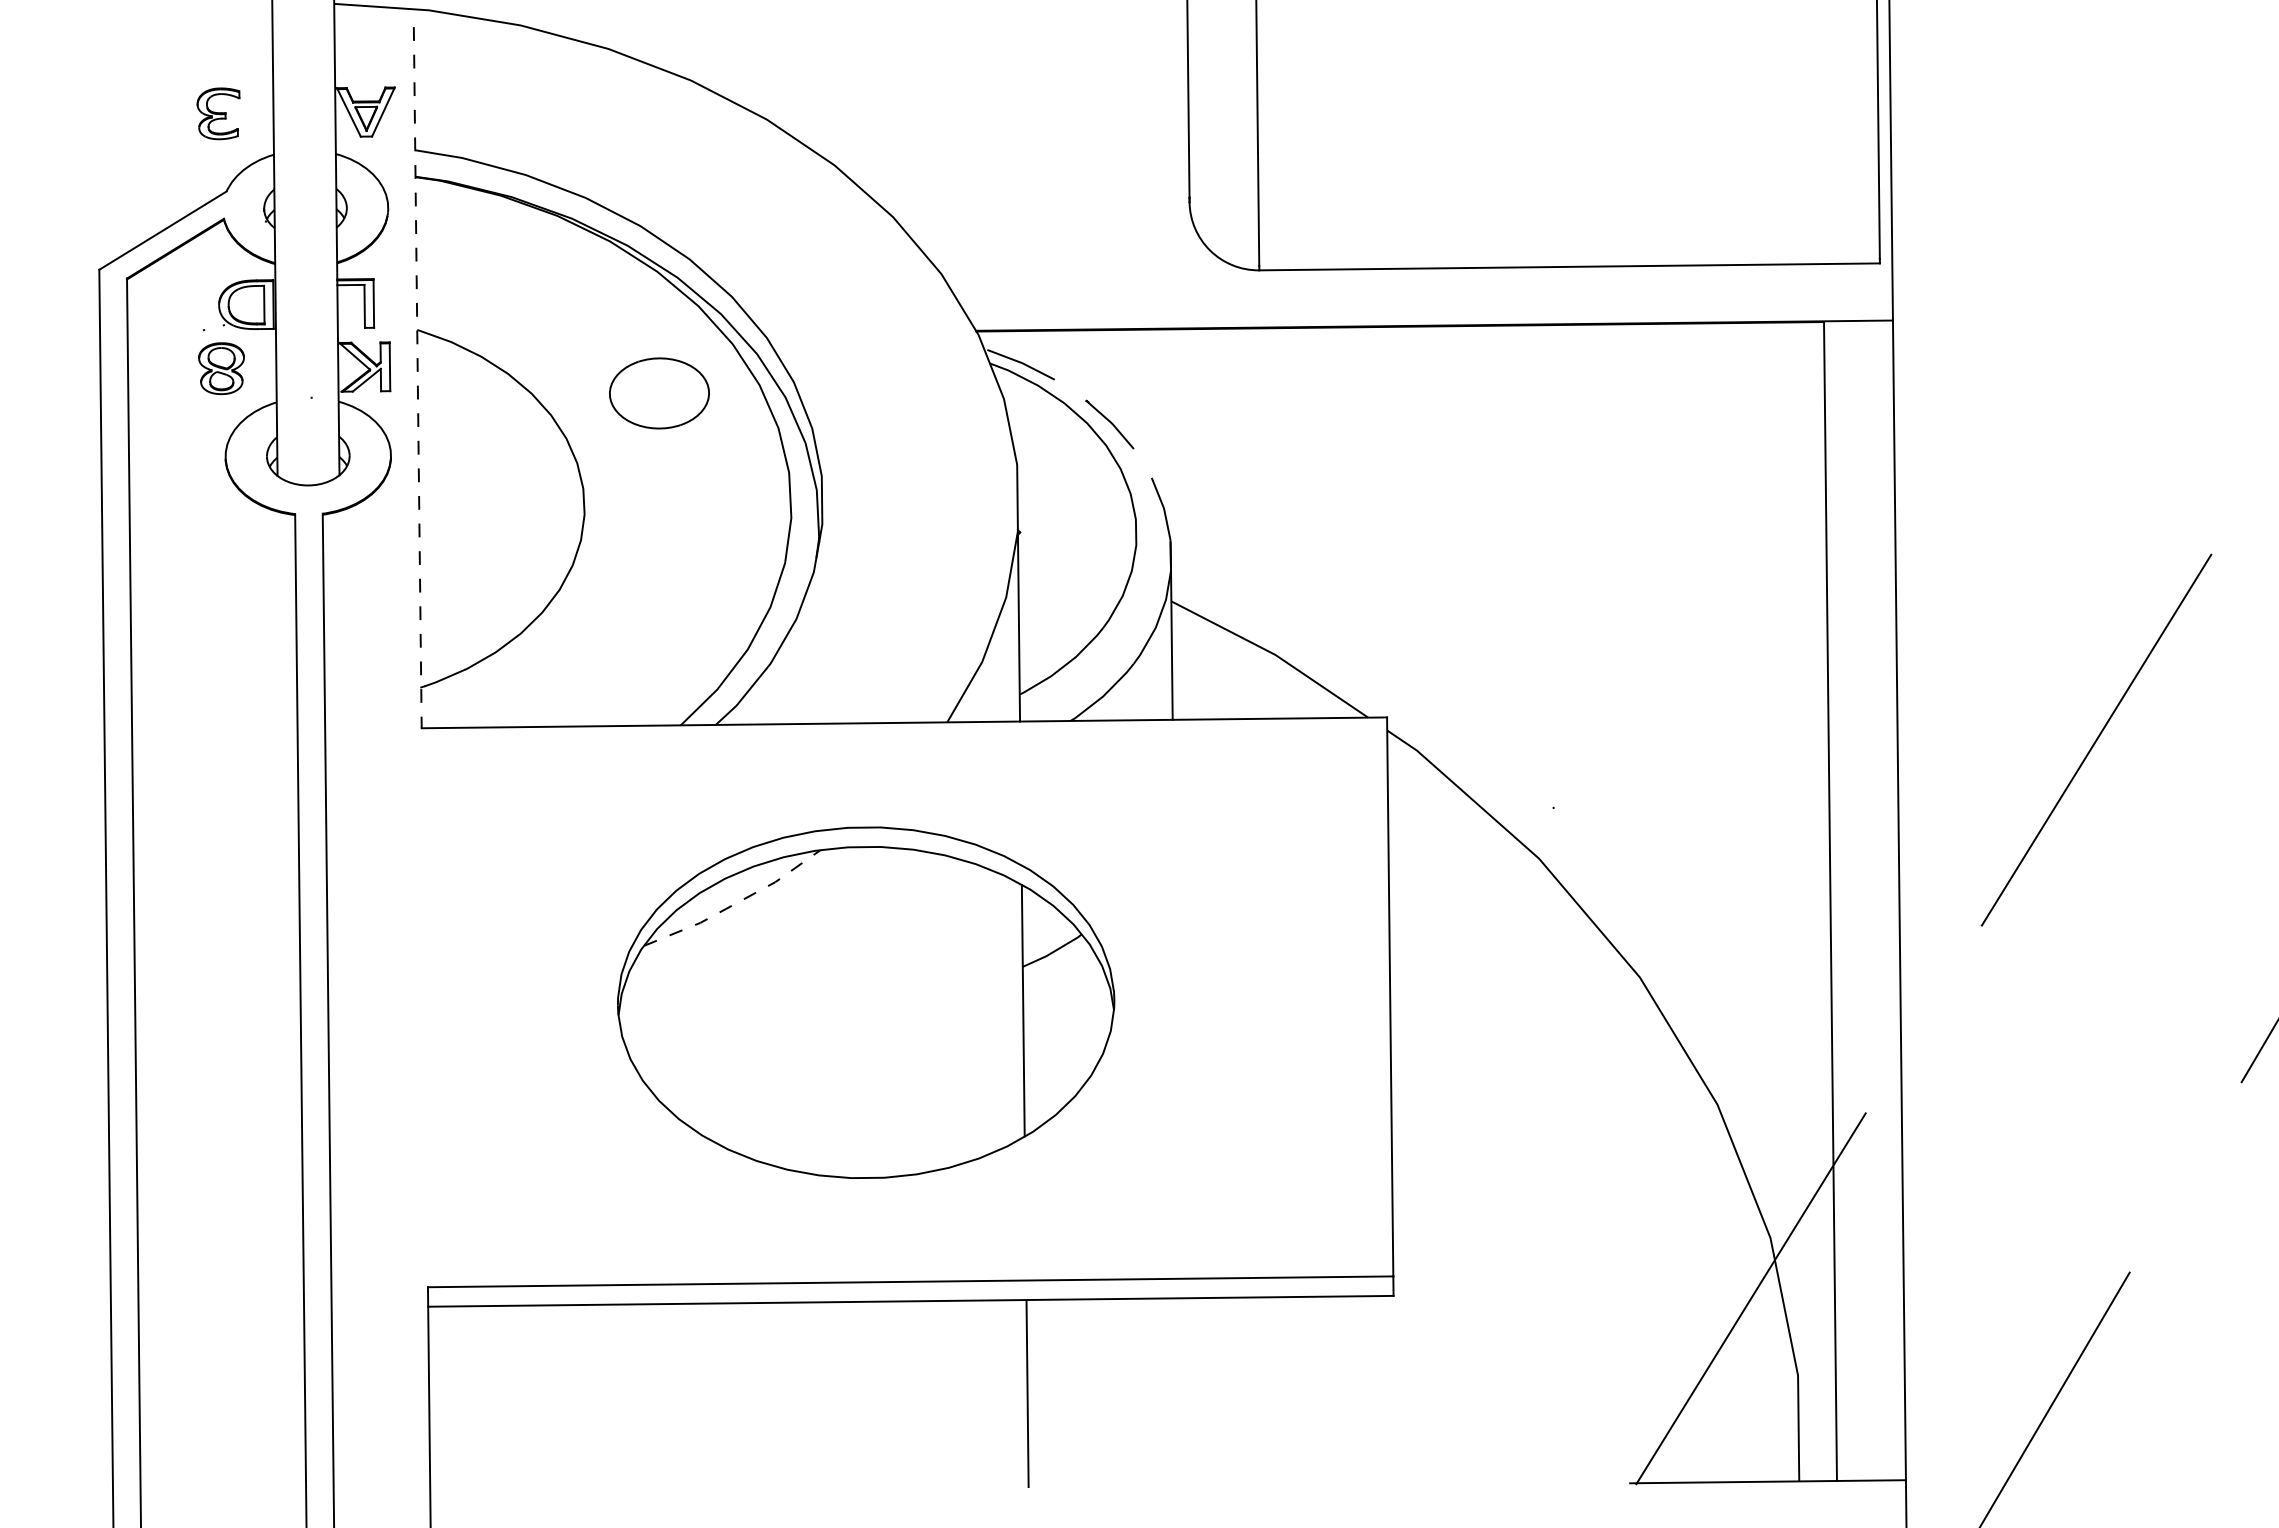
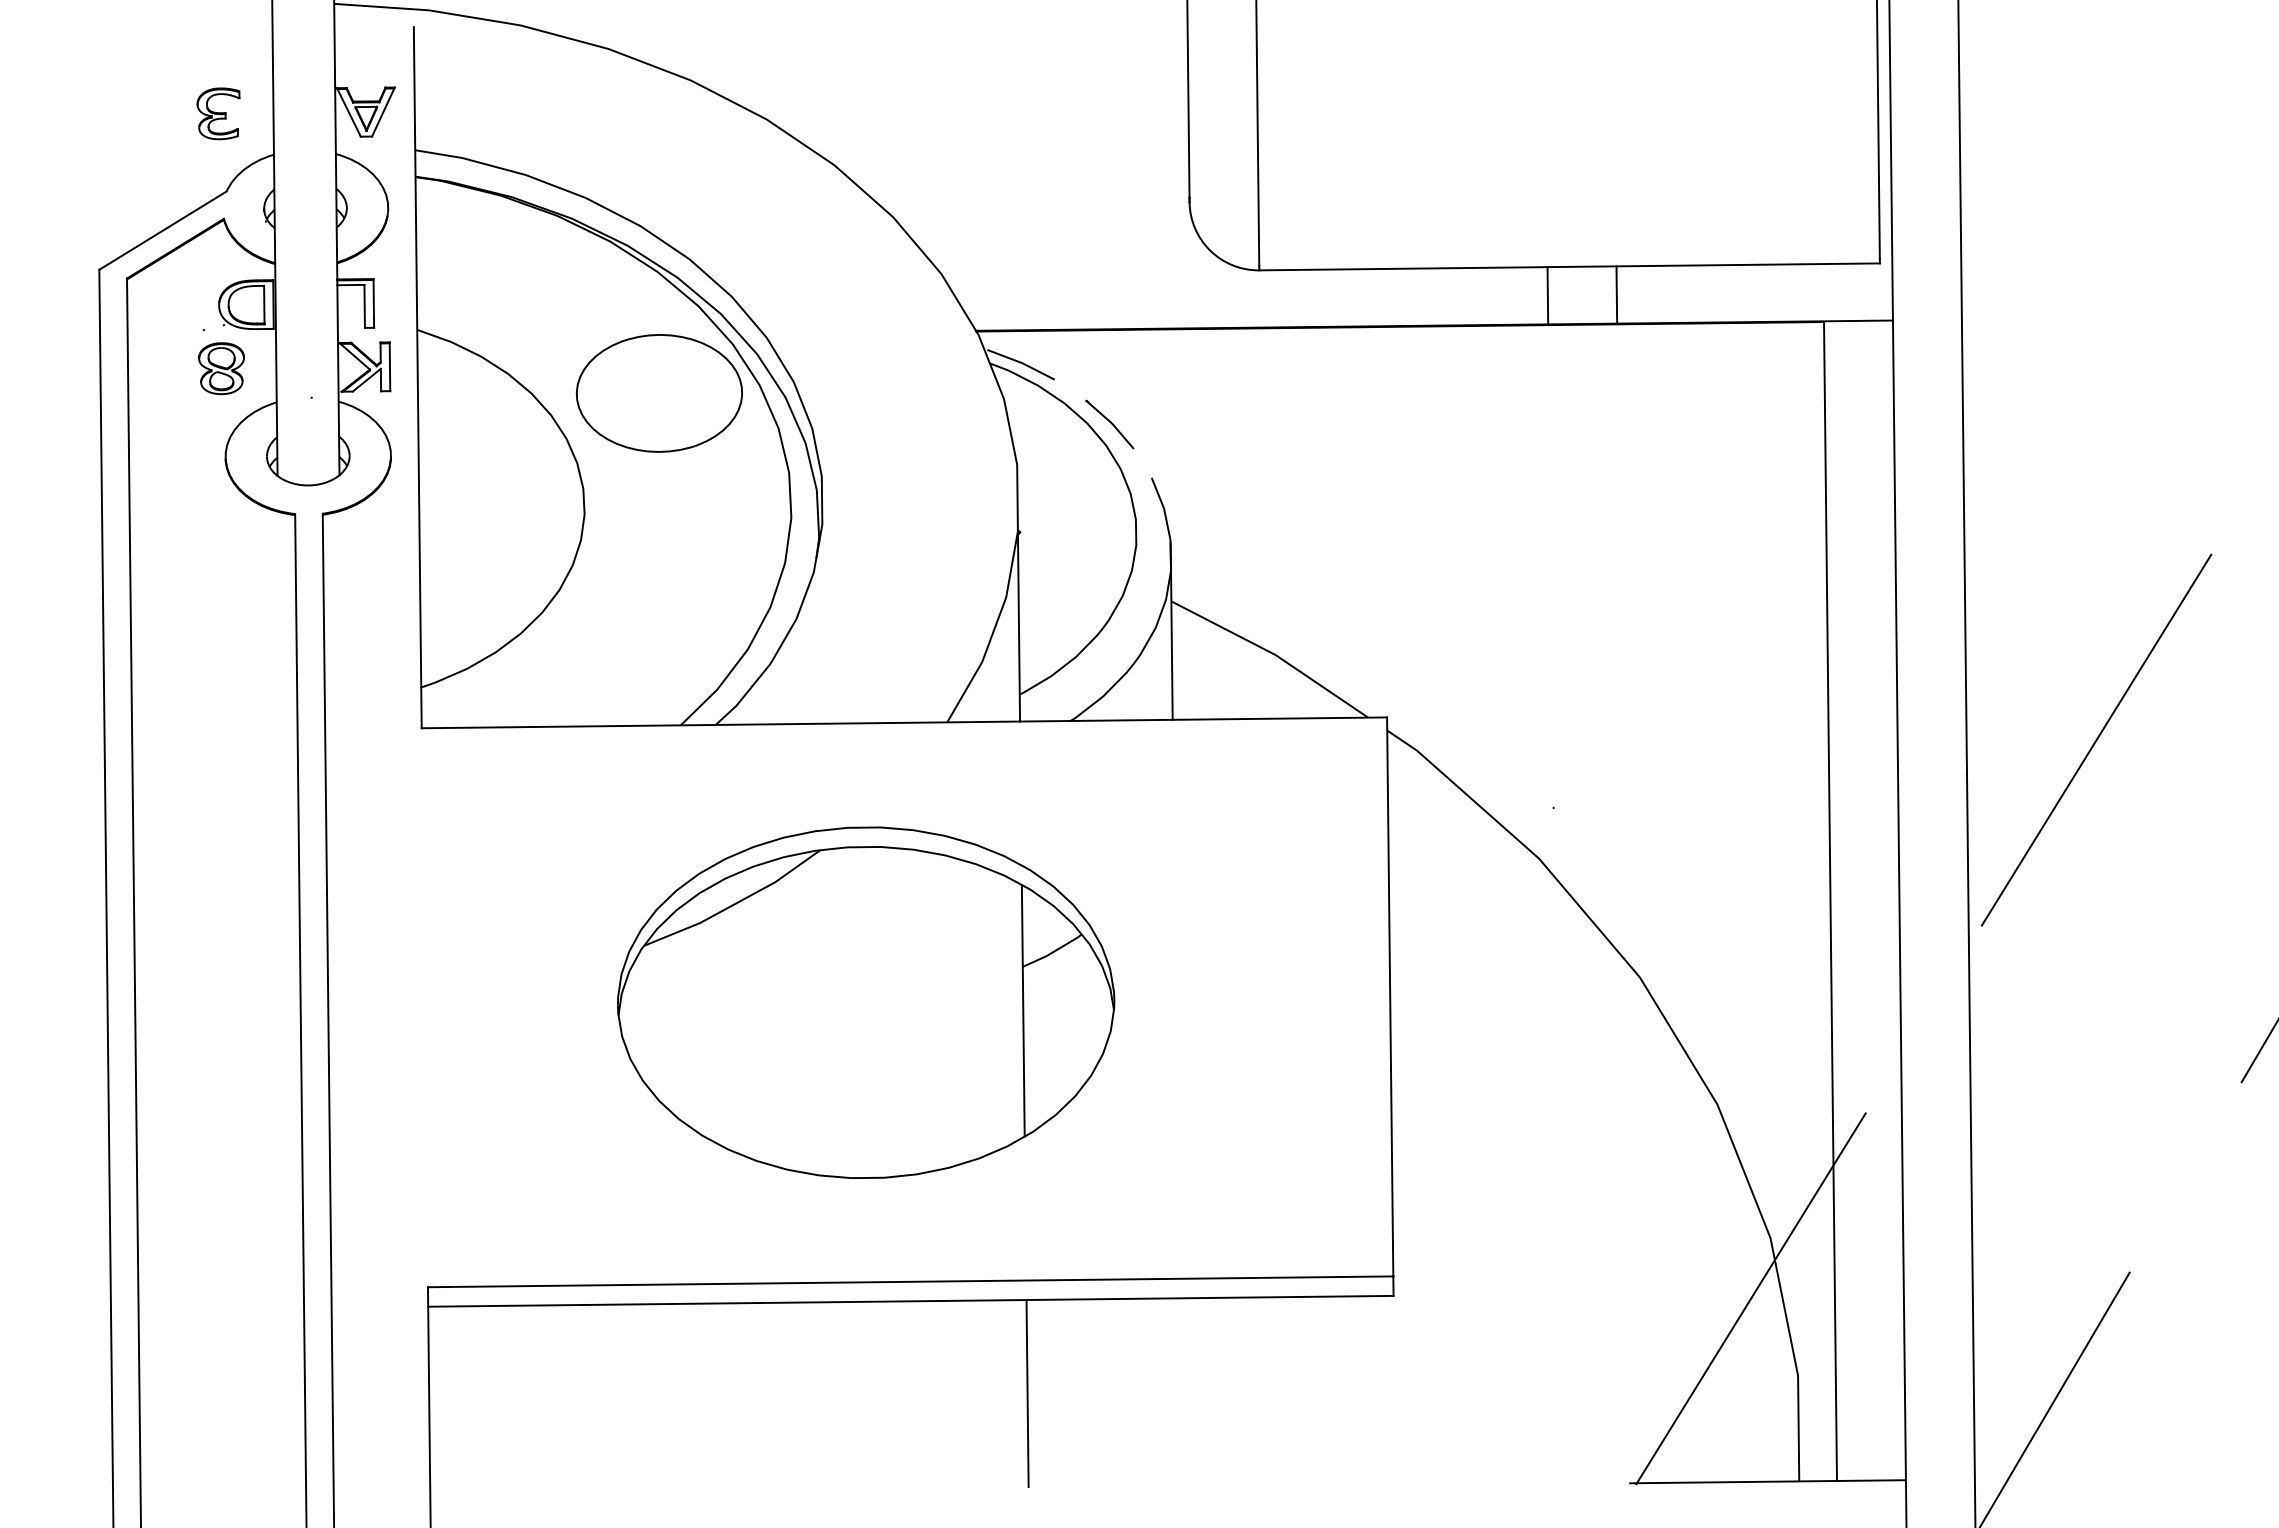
line at (1616, 294): none -> present
line at (1547, 295): none -> present
line at (417, 377): dashed -> solid
part at (659, 393) size: 101x73 px -> 169x119 px
line at (1966, 763): none -> present
line at (736, 903): dashed -> solid
